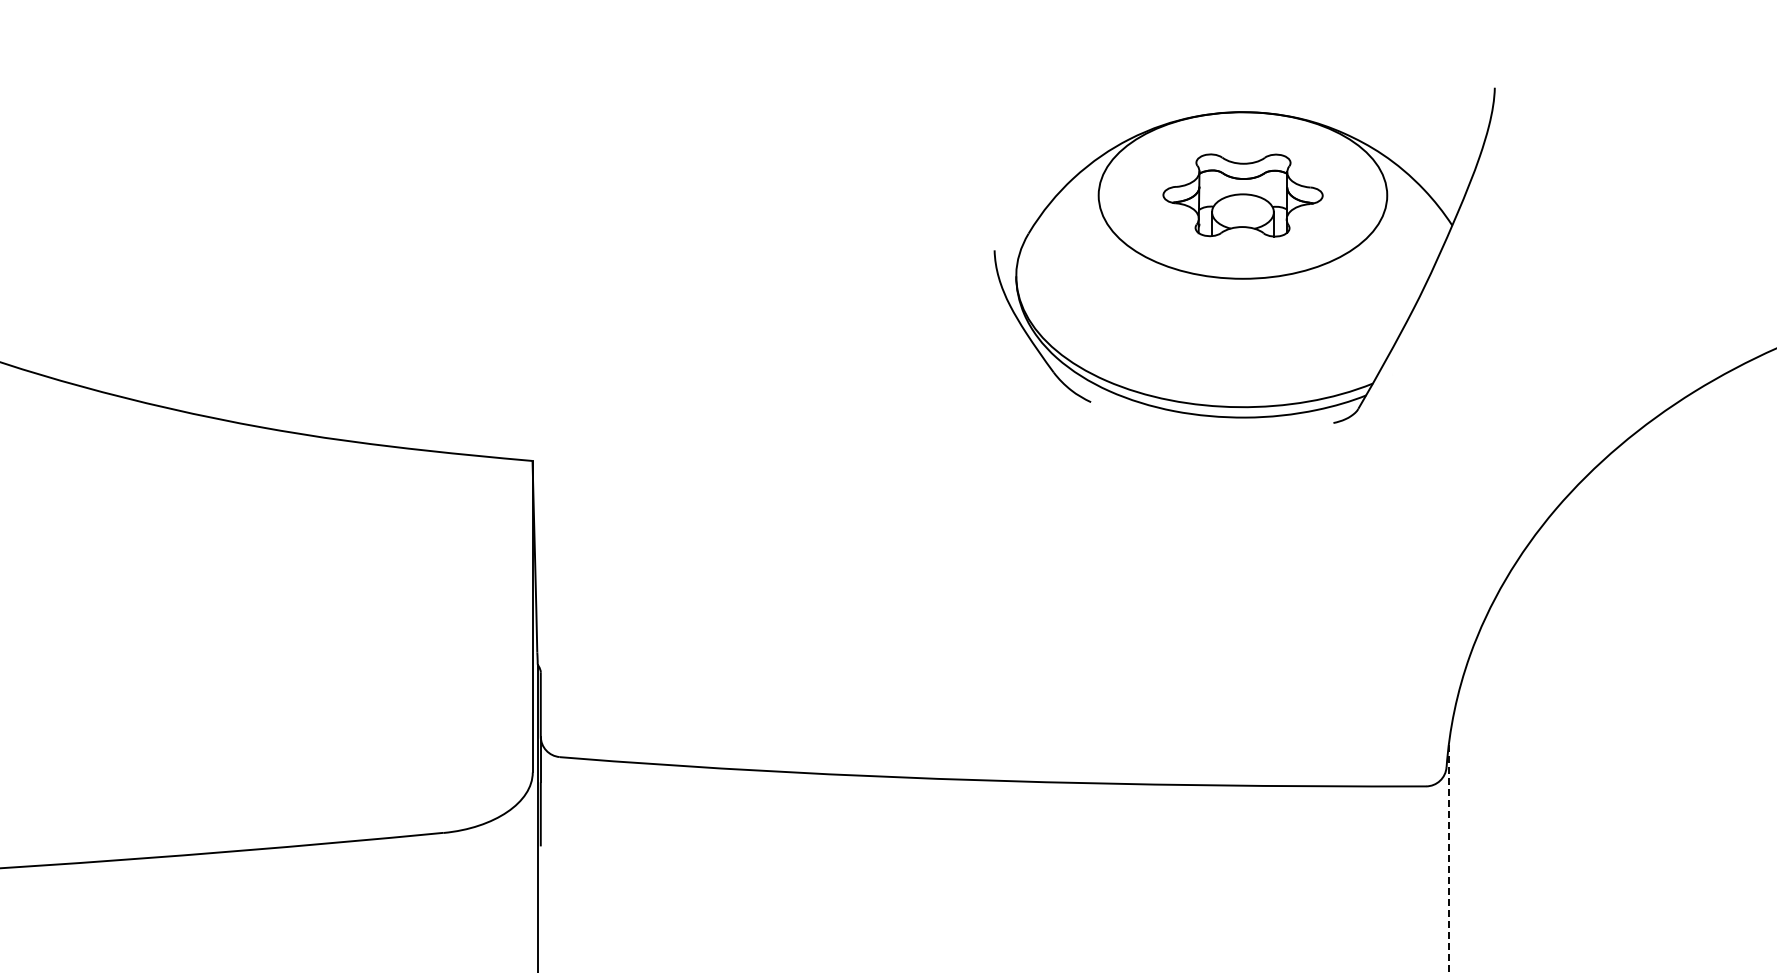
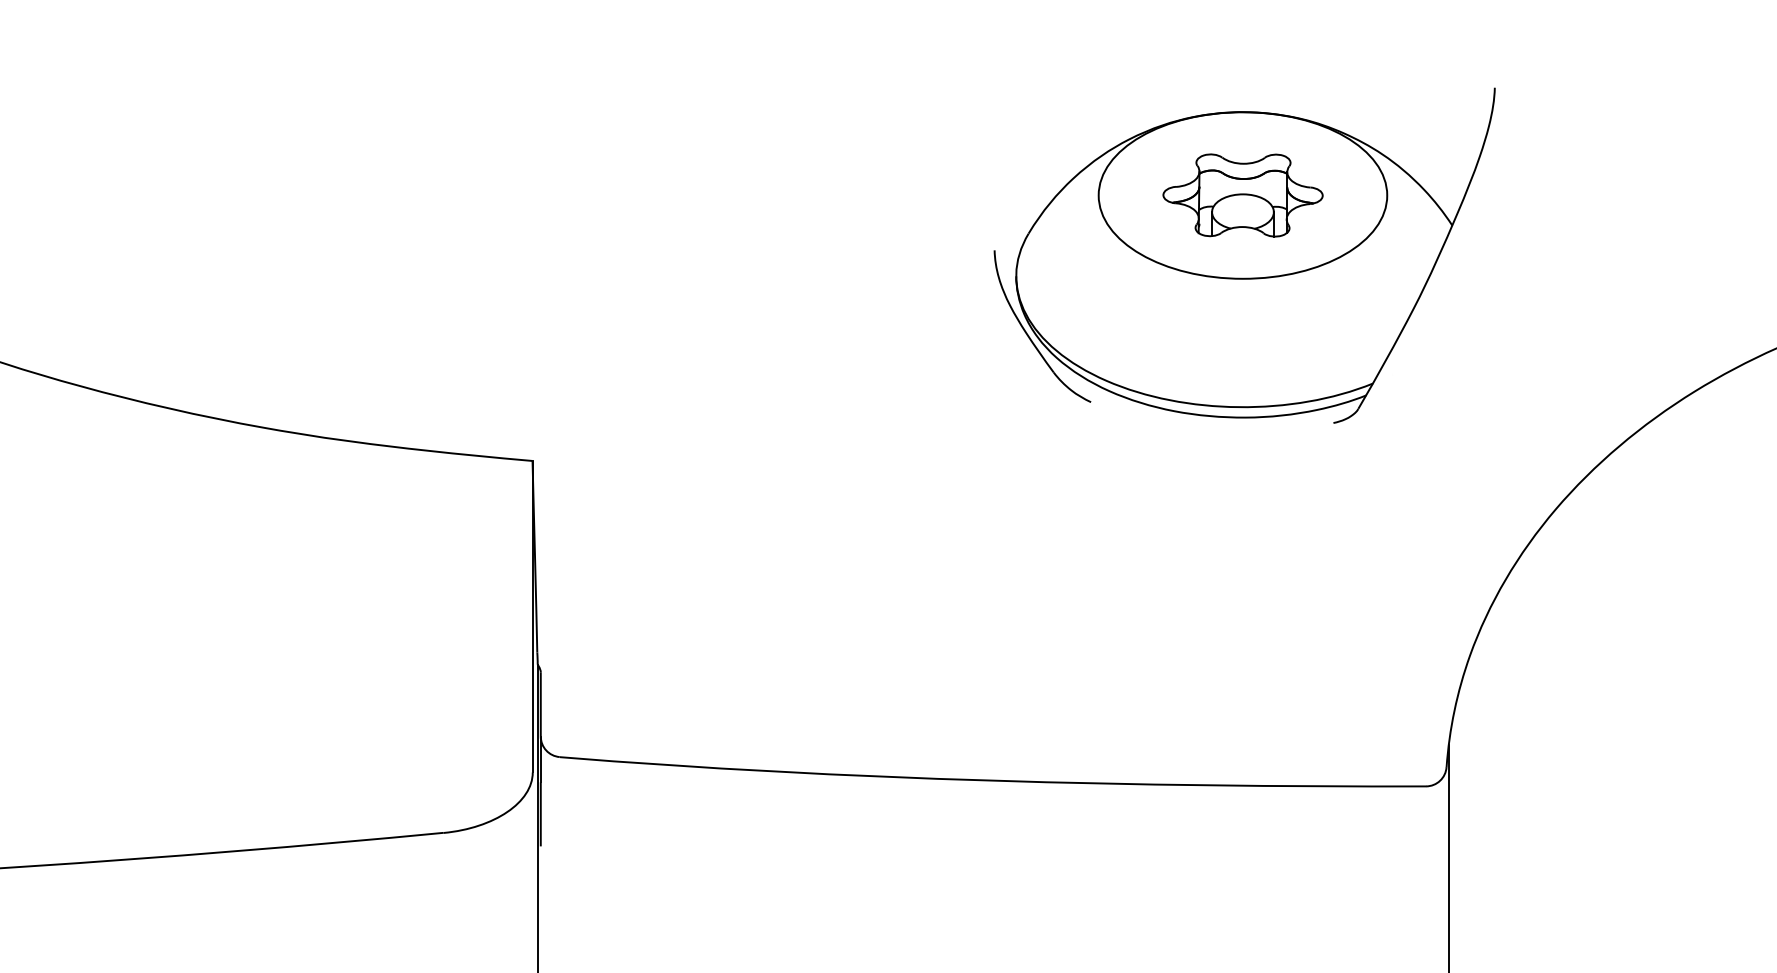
line at (1448, 858): dashed -> solid
